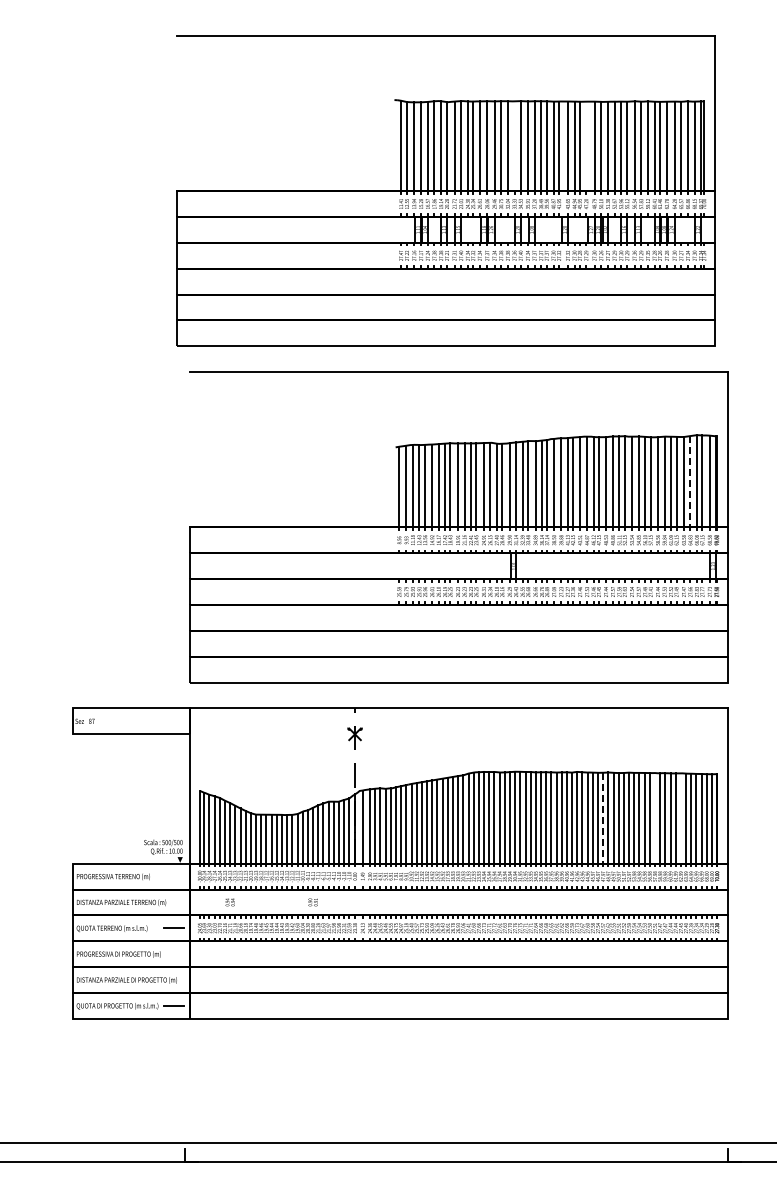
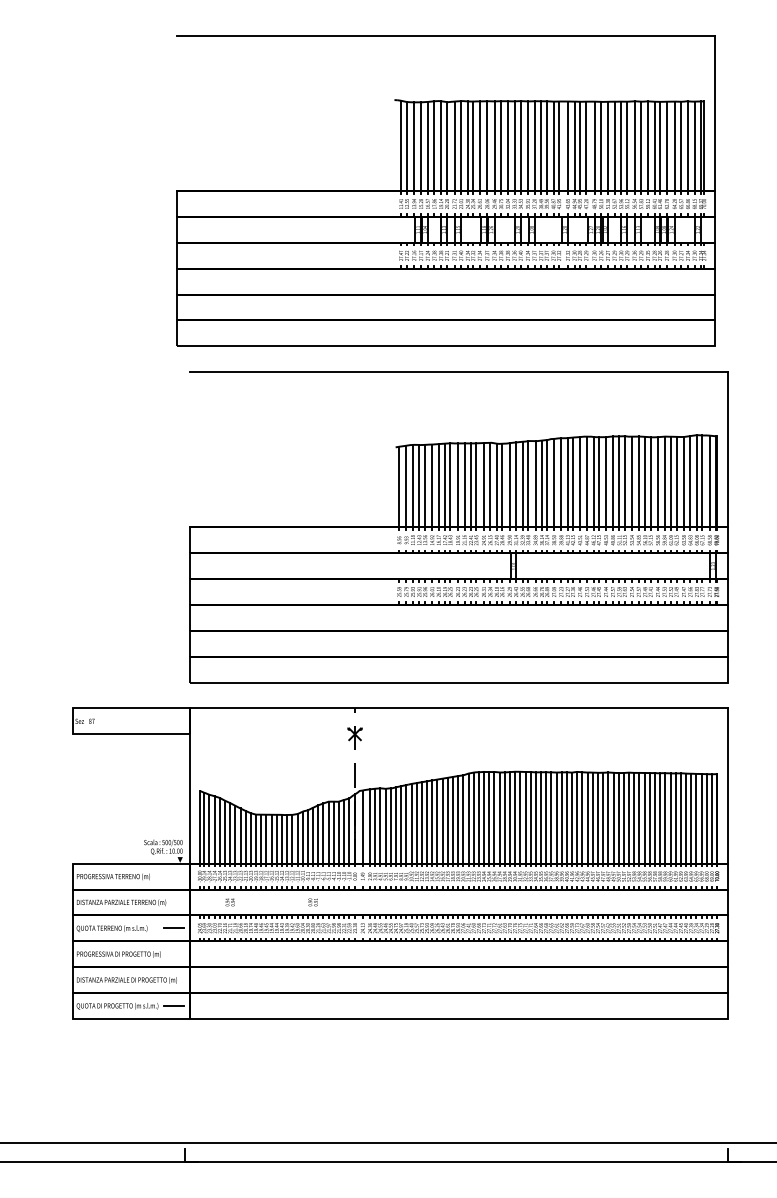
line at (514, 146): none -> present
line at (586, 146): none -> present
line at (690, 481): dashed -> solid
line at (603, 818): dashed -> solid
line at (655, 818): none -> present
line at (680, 818): none -> present
